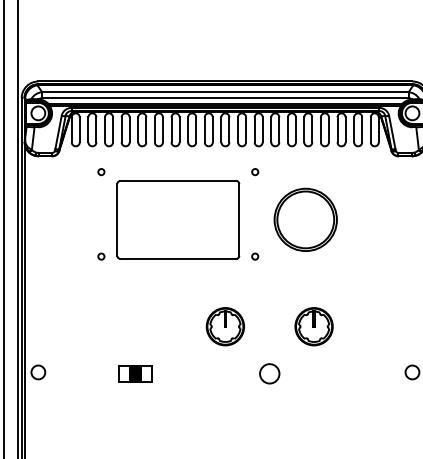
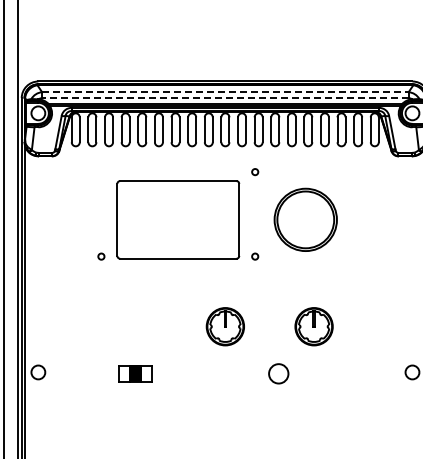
line at (225, 92): solid -> dashed
line at (224, 98): solid -> dashed
circle at (101, 172): present -> none
circle at (269, 373) position: (269, 373) -> (278, 373)
